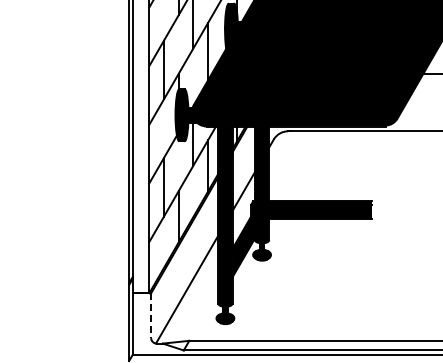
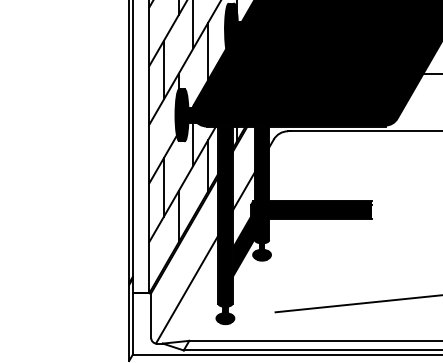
line at (357, 303): none -> present
line at (151, 316): dashed -> solid
